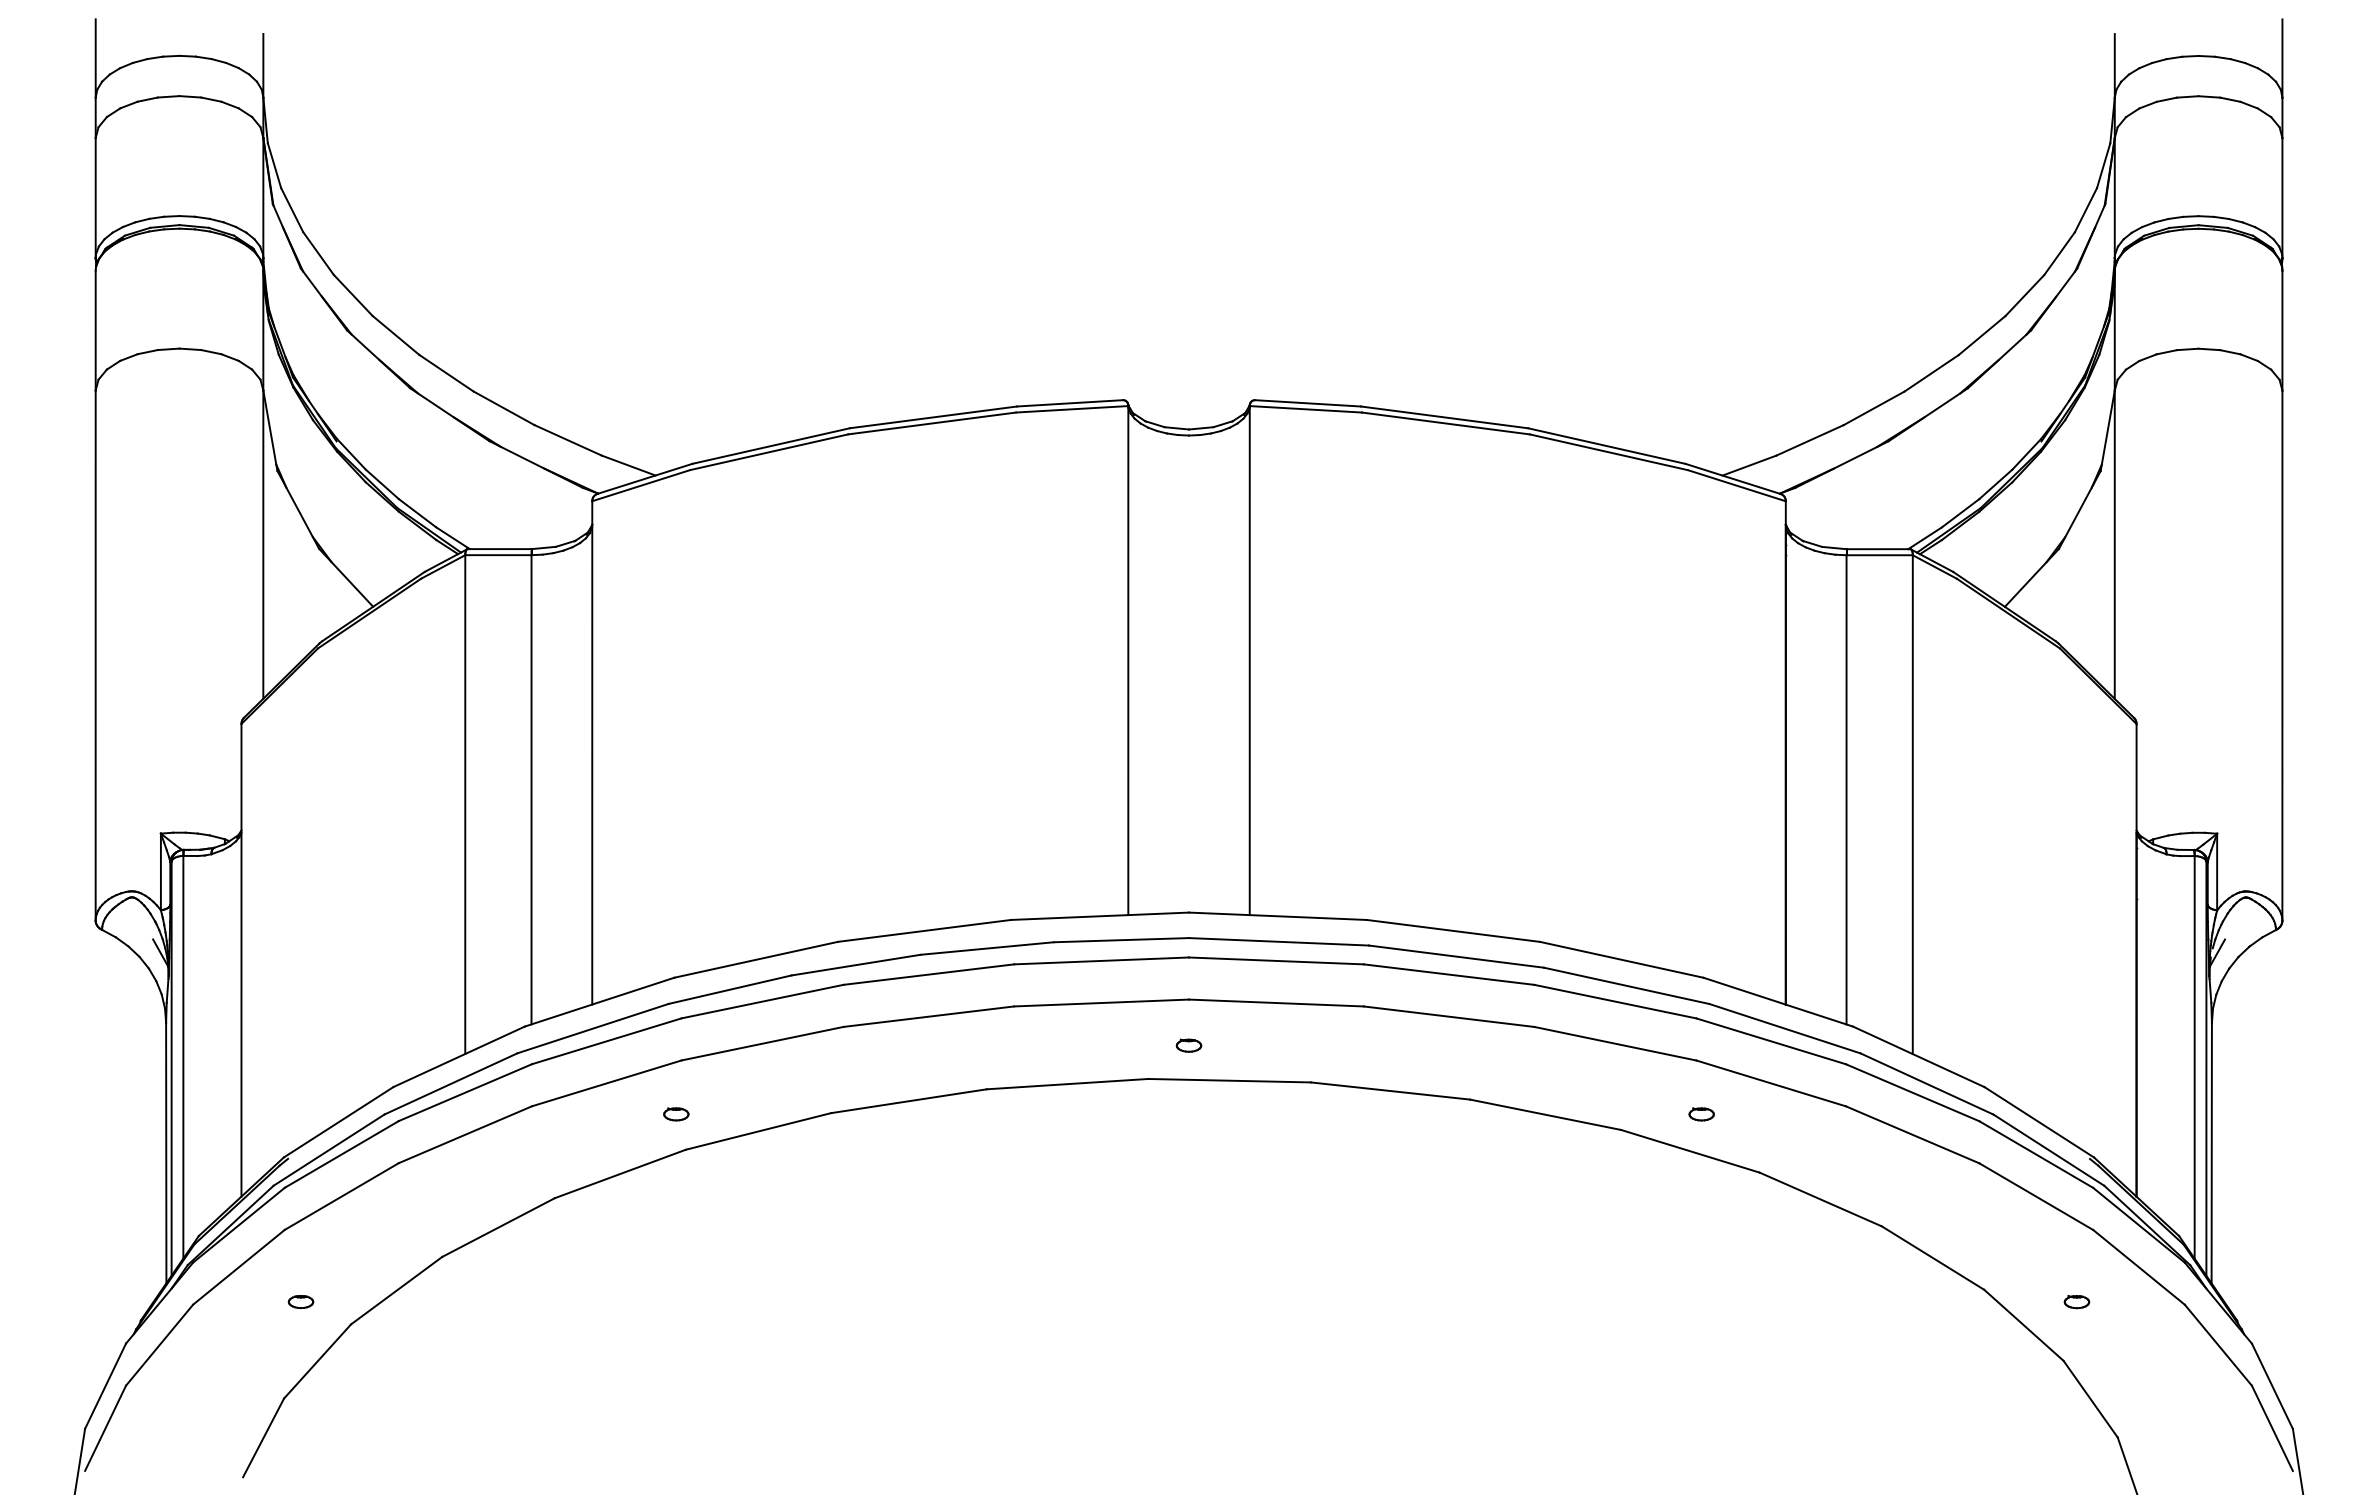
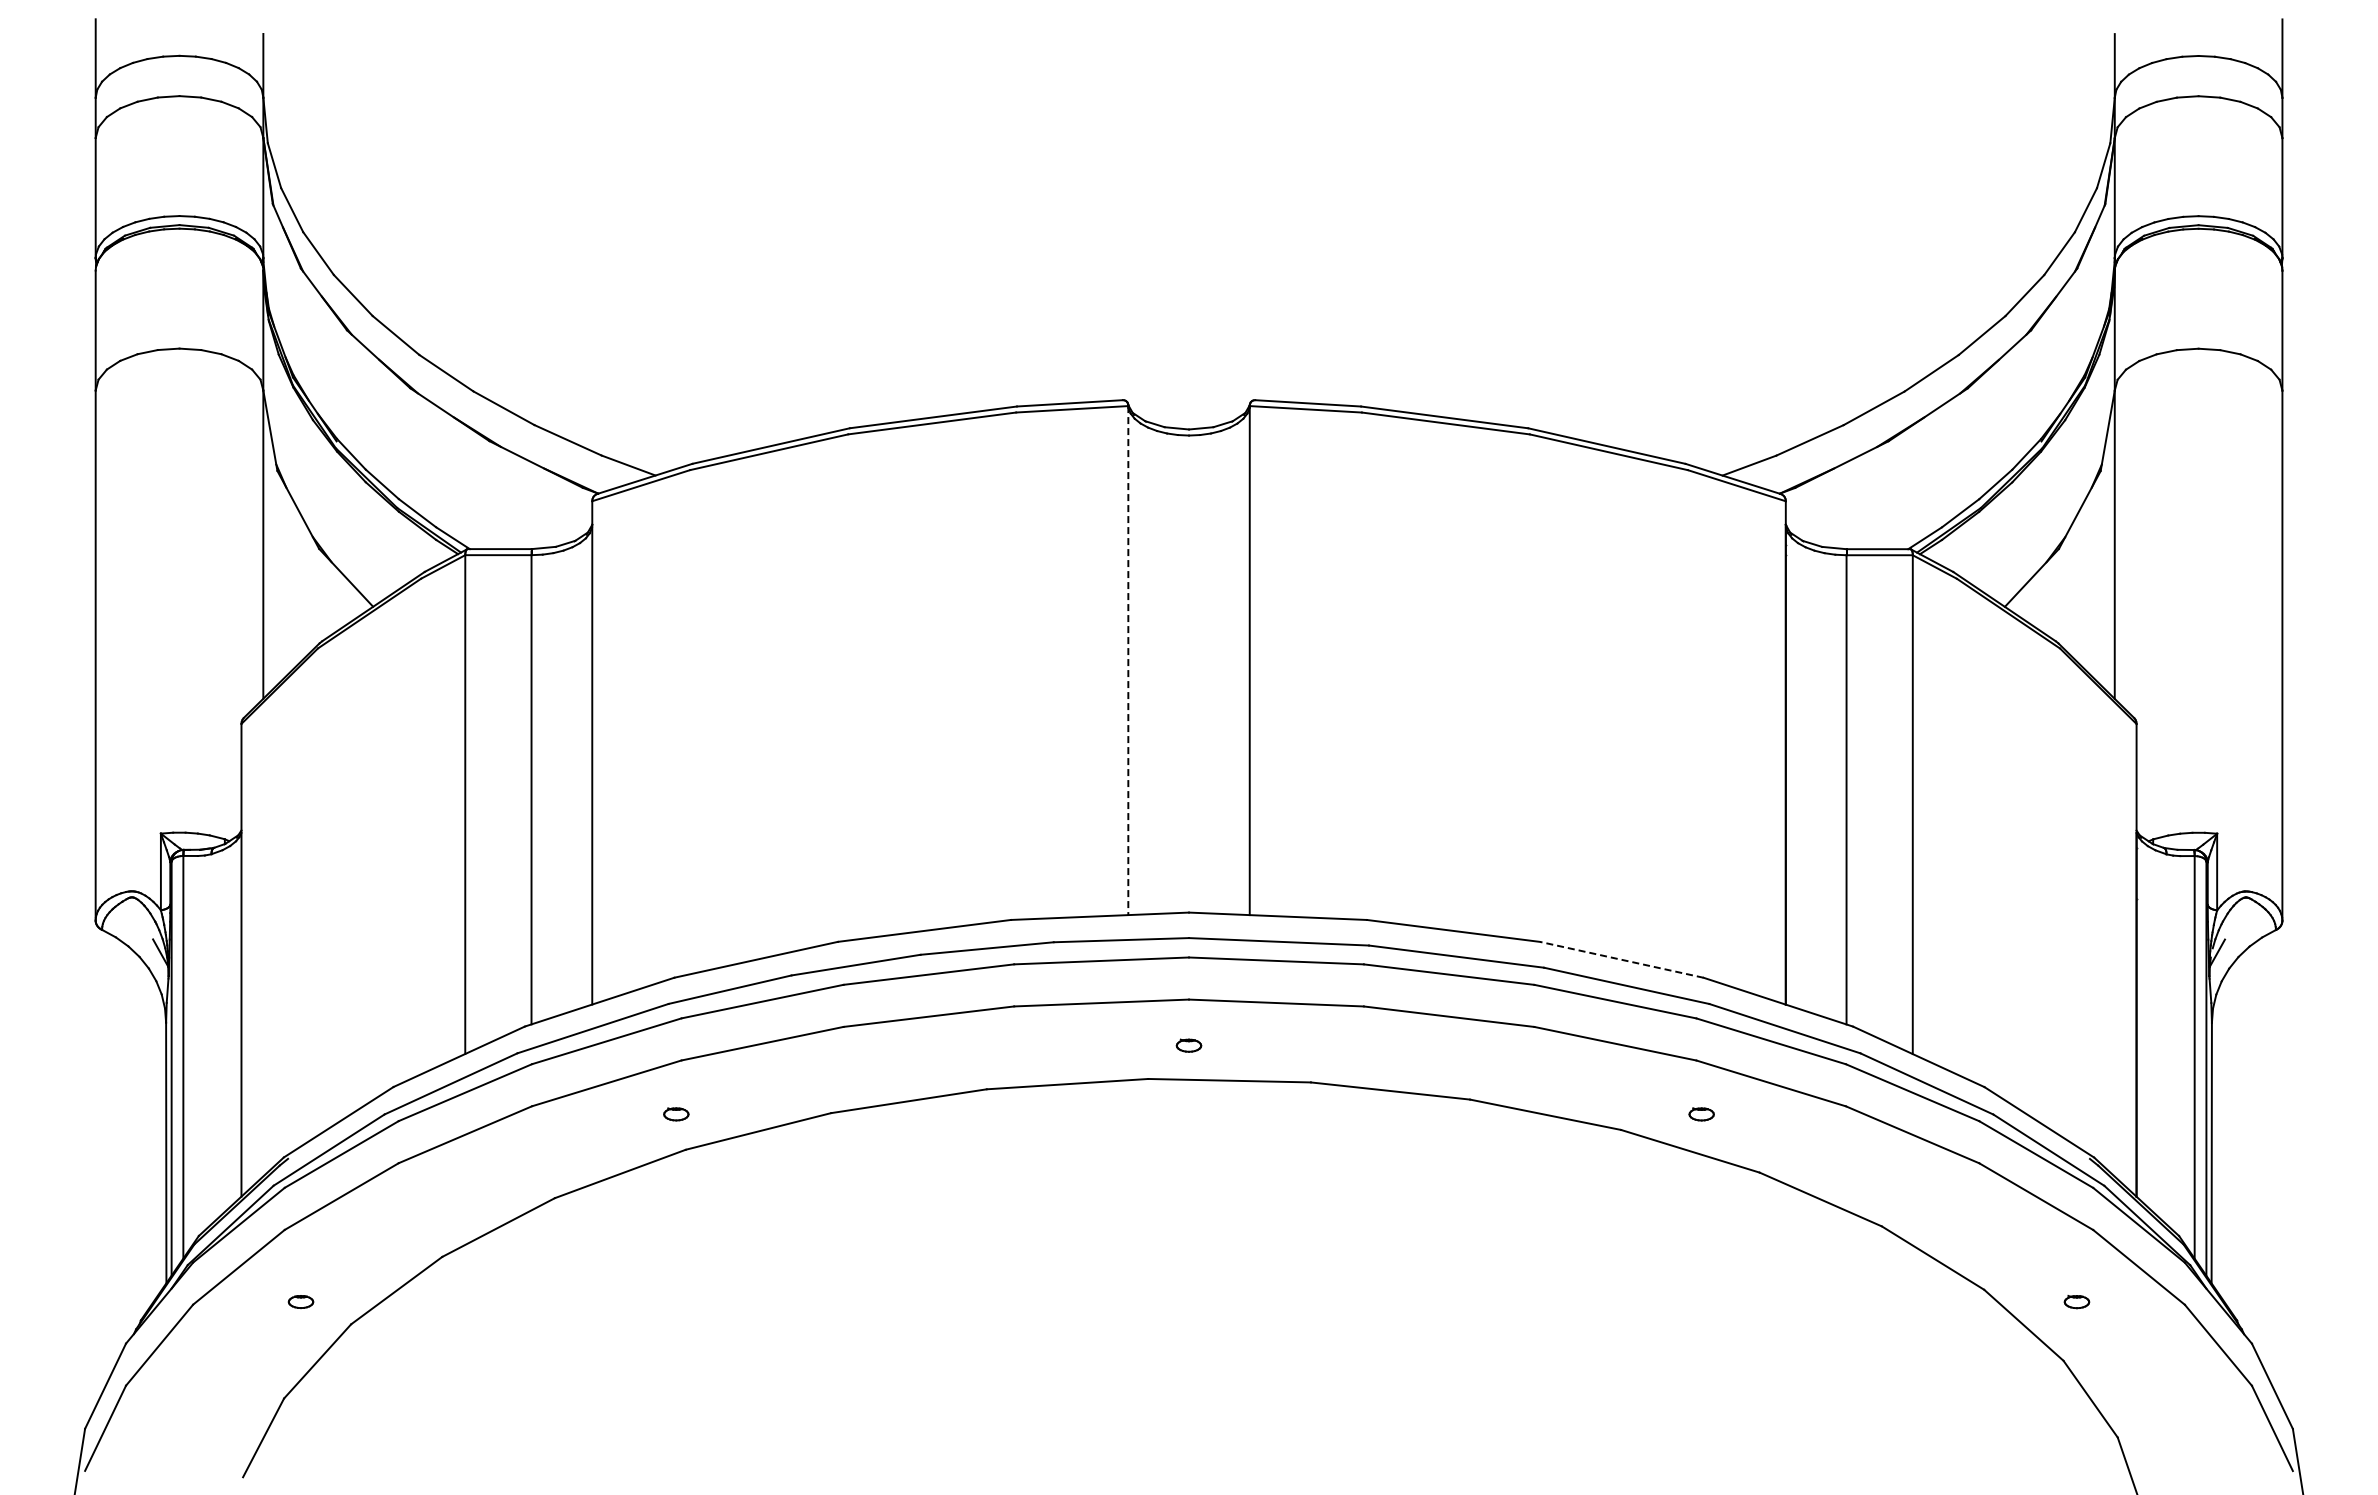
line at (1128, 660): solid -> dashed
line at (1621, 959): solid -> dashed
